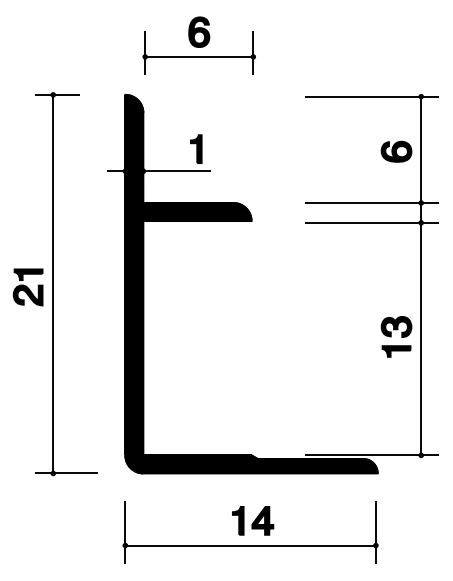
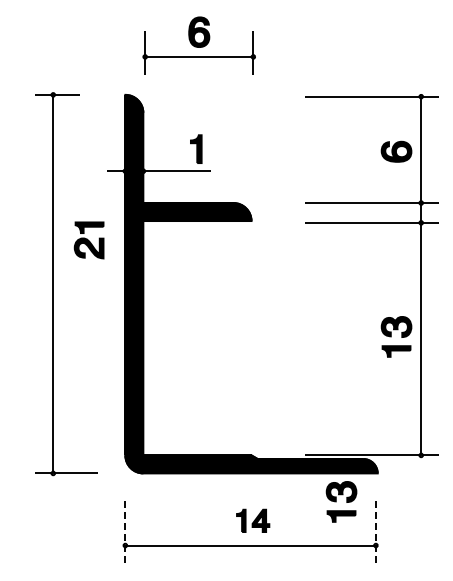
part at (27, 287) position: (27, 287) -> (88, 240)
part at (341, 501): none -> present
part at (253, 520) size: 43x30 px -> 35x25 px
line at (125, 532): solid -> dashed
line at (375, 532): solid -> dashed
